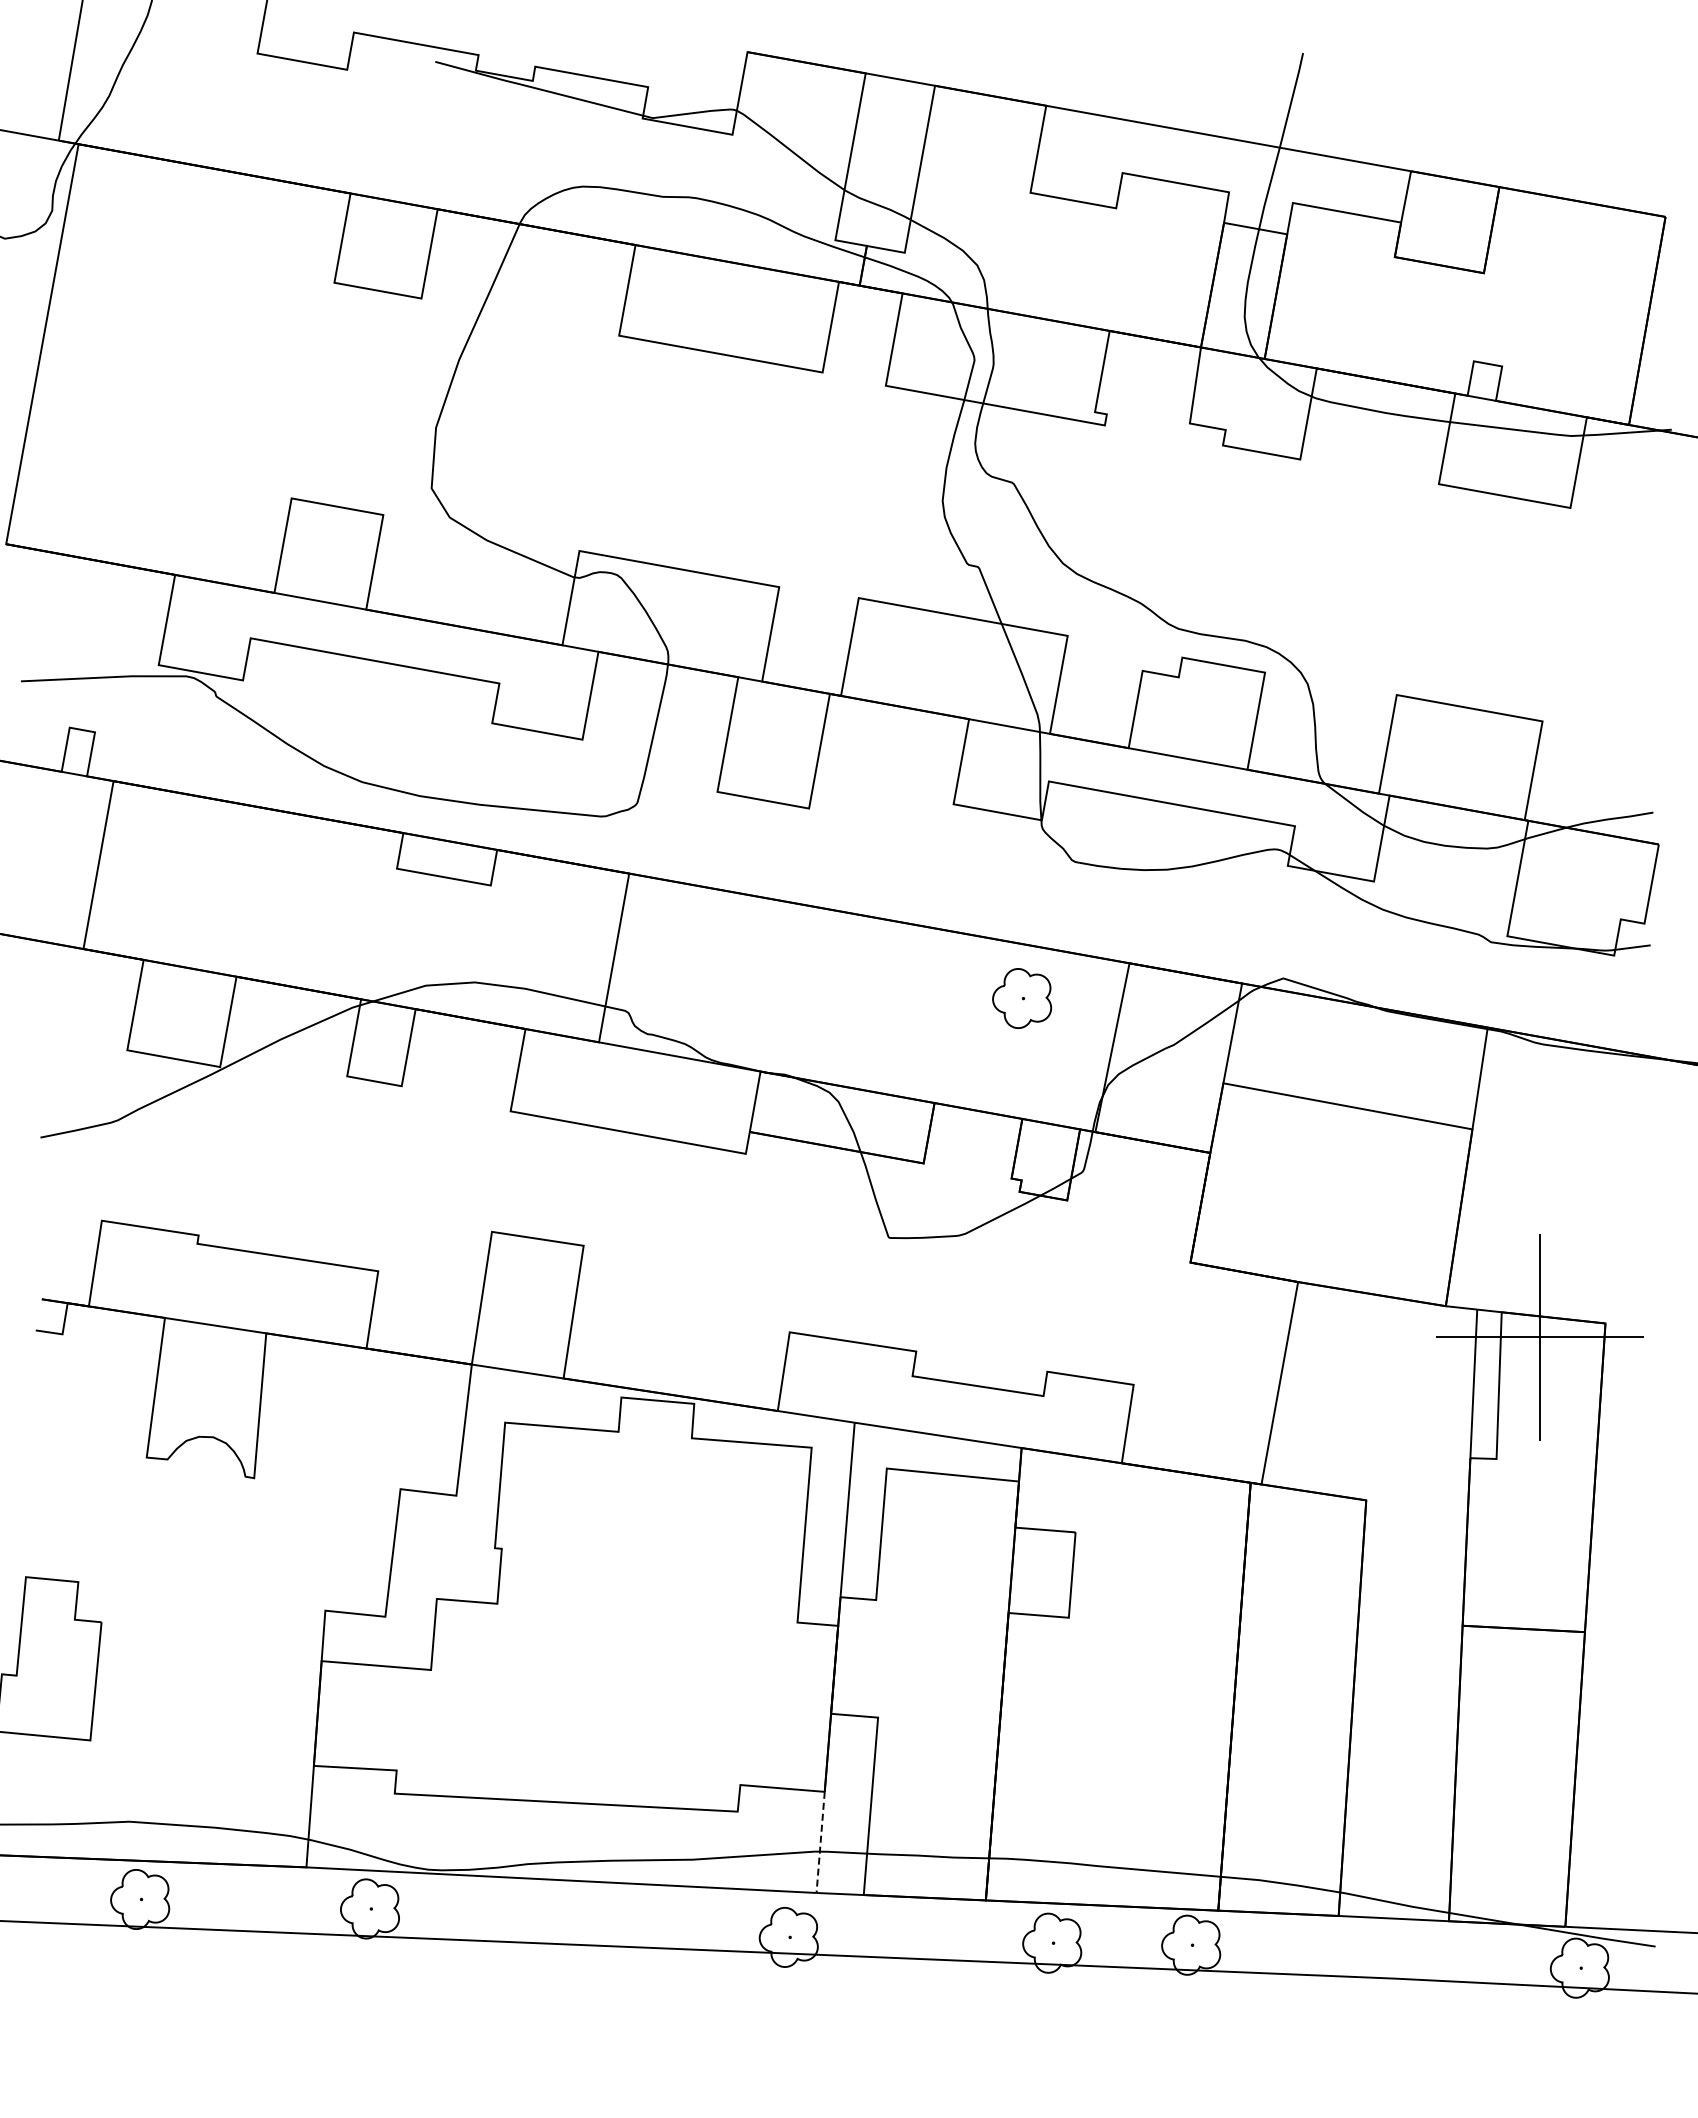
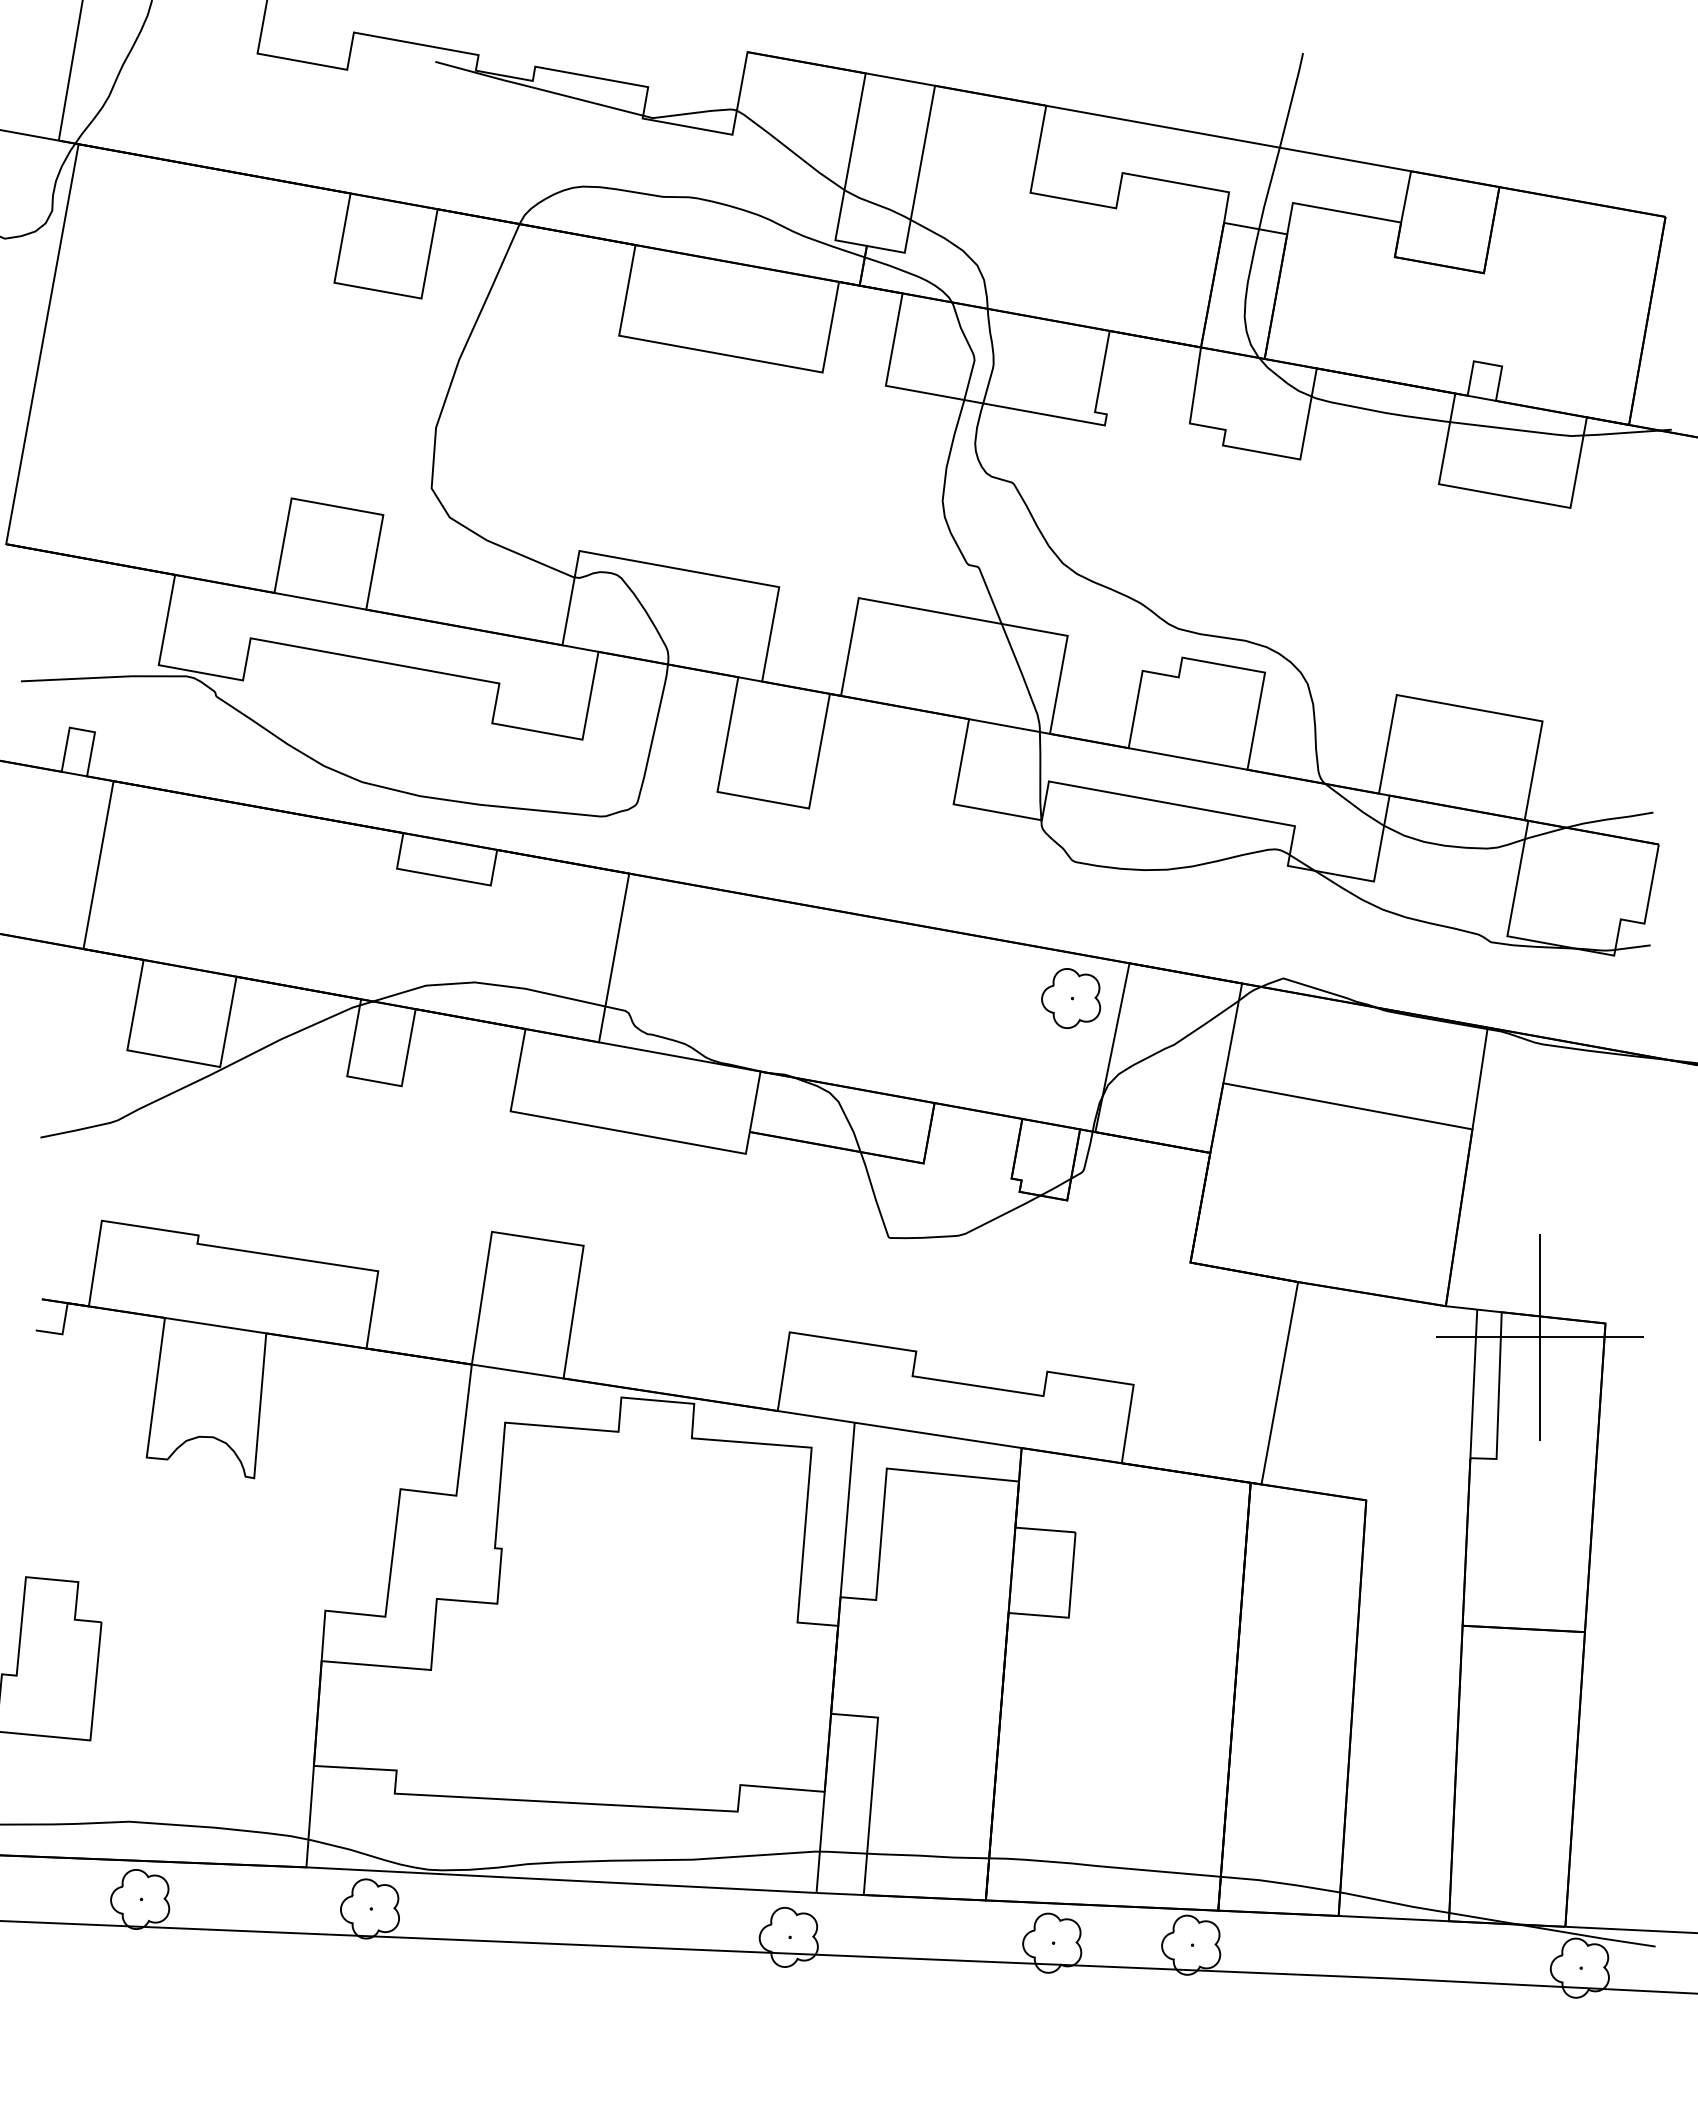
part at (1022, 998) position: (1022, 998) -> (1071, 998)
line at (820, 1842): dashed -> solid
